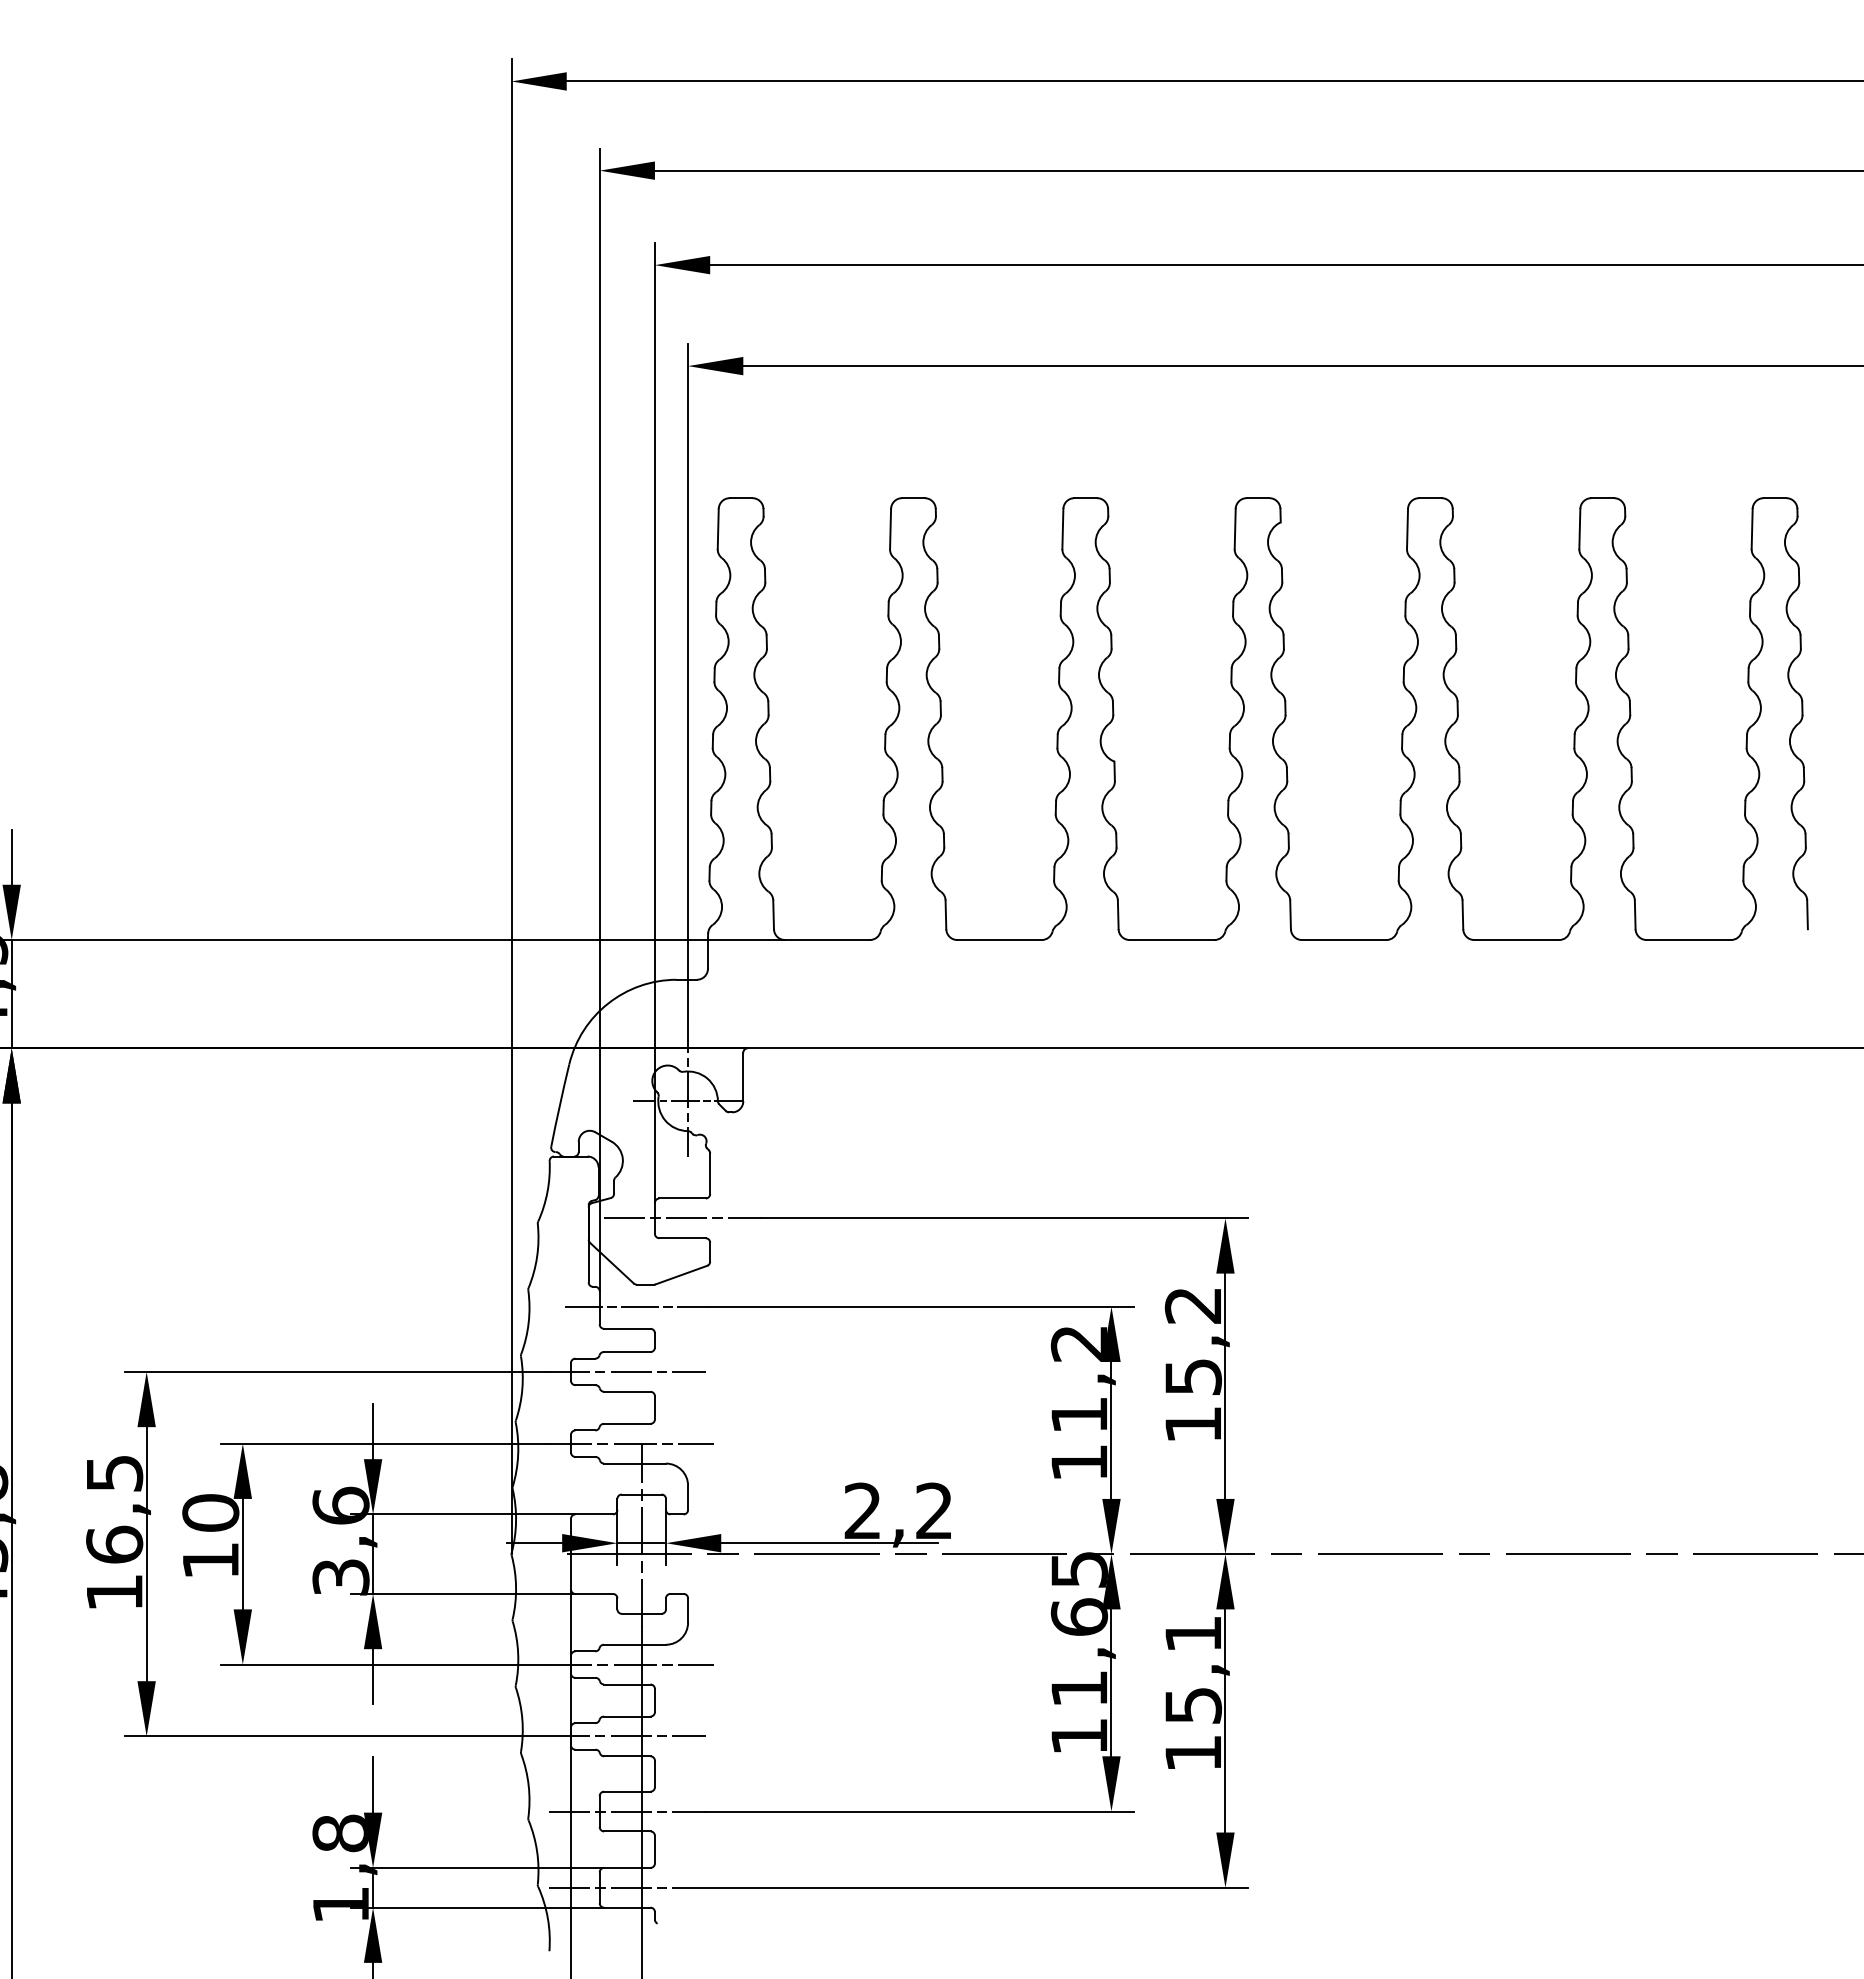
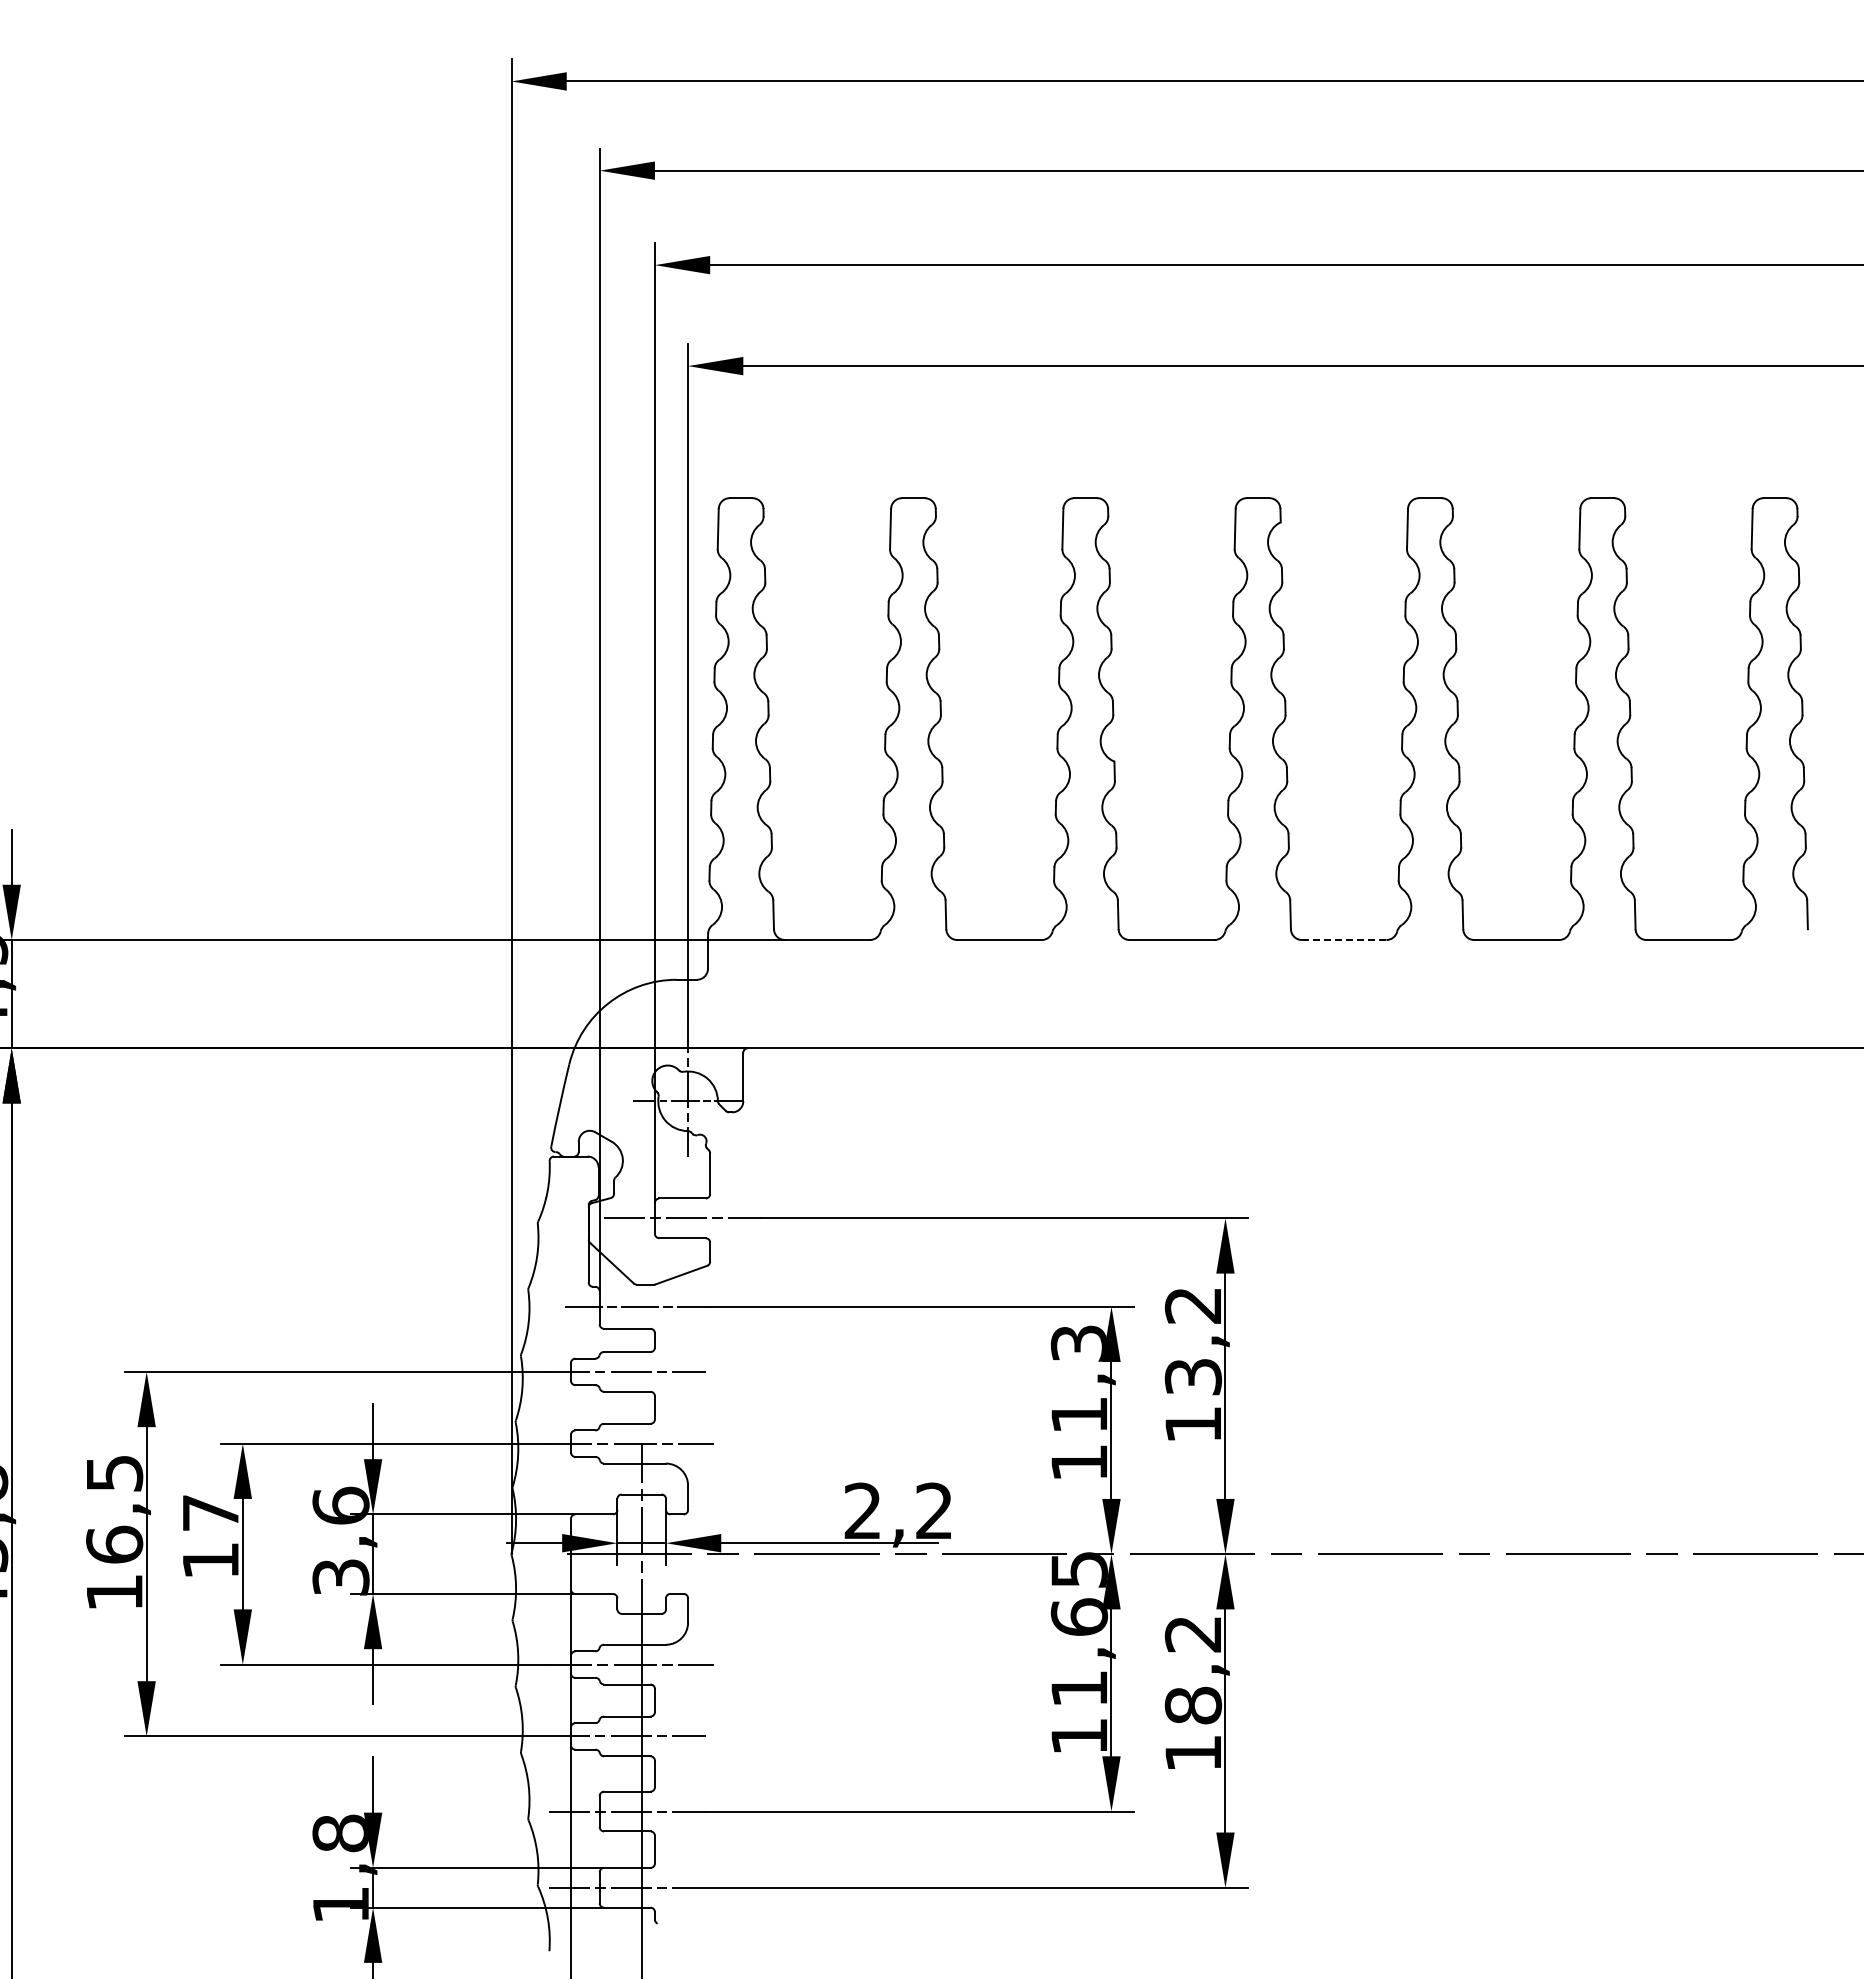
line at (1344, 940): solid -> dashed
text at (1078, 1343): 11,2 -> 11,3
text at (1192, 1376): 15,2 -> 13,2
text at (210, 1512): 10 -> 17
text at (1193, 1670): 15,1 -> 18,2
